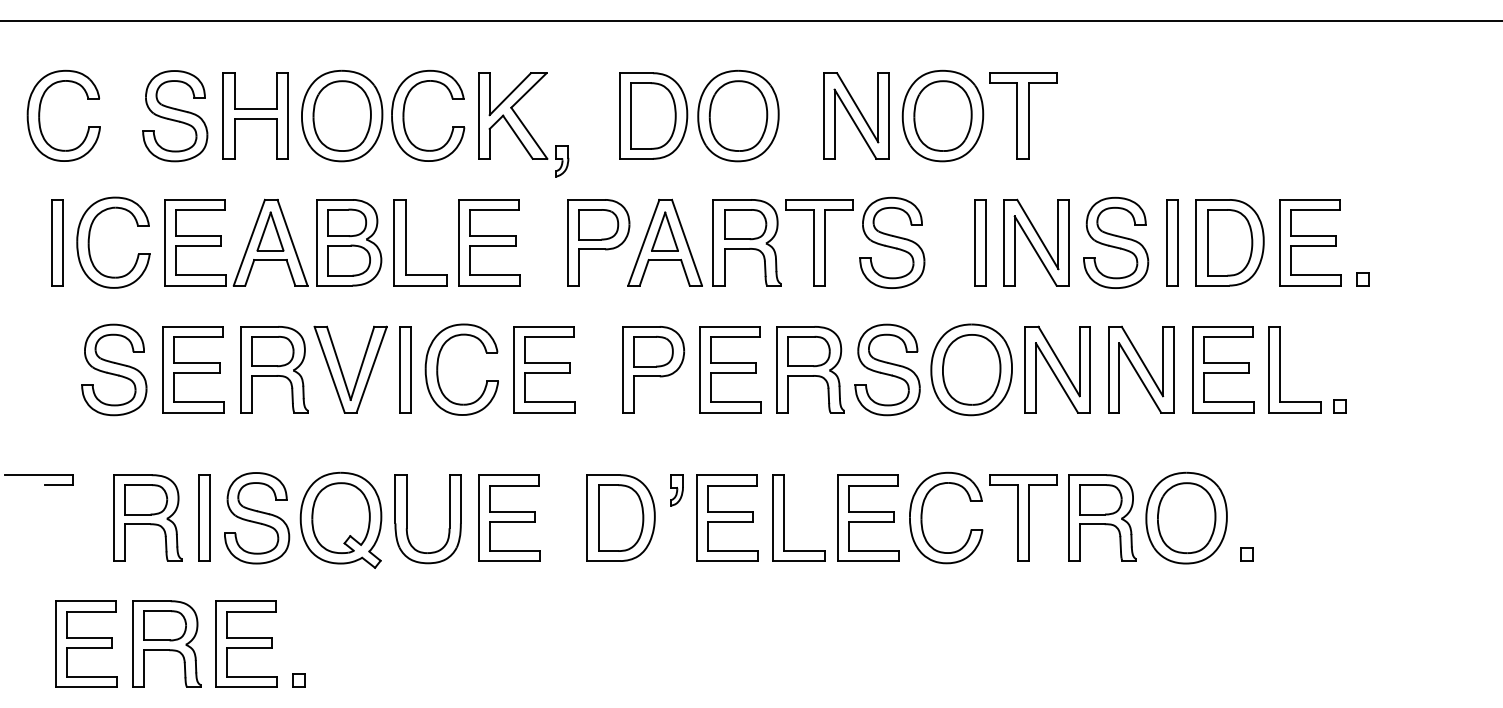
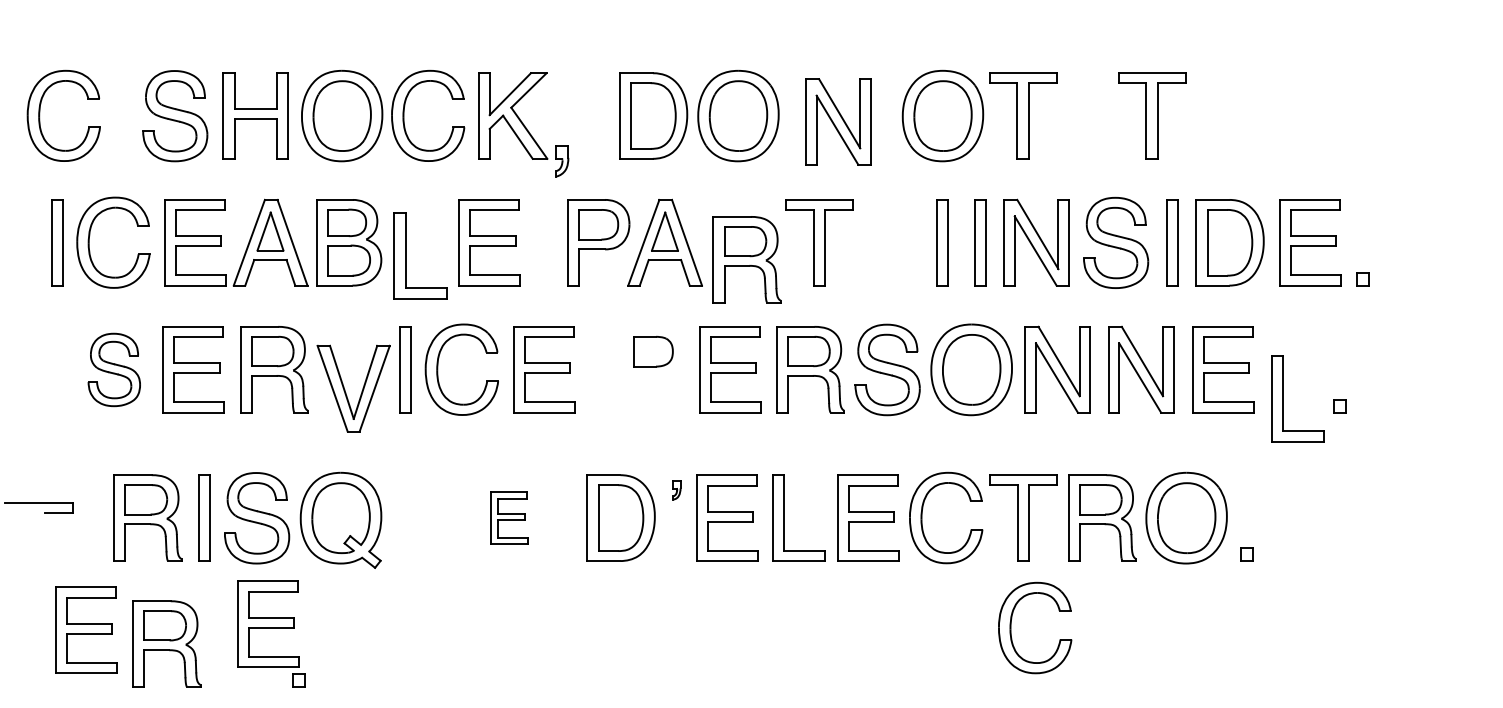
line at (750, 21): present -> none
part at (856, 115) position: (856, 115) -> (838, 121)
part at (1152, 115): none -> present
part at (406, 242) position: (406, 242) -> (406, 255)
part at (746, 242) position: (746, 242) -> (746, 259)
part at (892, 242): present -> none
part at (942, 242): none -> present
part at (114, 369) size: 67x94 px -> 54x76 px
part at (653, 369): present -> none
part at (1280, 369) position: (1280, 369) -> (1283, 398)
part at (342, 370) position: (342, 370) -> (345, 389)
part at (38, 479) position: (38, 479) -> (38, 507)
part at (676, 490) size: 14x33 px -> 10x21 px
part at (509, 517) size: 63x88 px -> 39x54 px
part at (407, 519): present -> none
part at (1011, 627): none -> present
part at (86, 643) position: (86, 643) -> (86, 629)
part at (246, 643) position: (246, 643) -> (268, 623)
